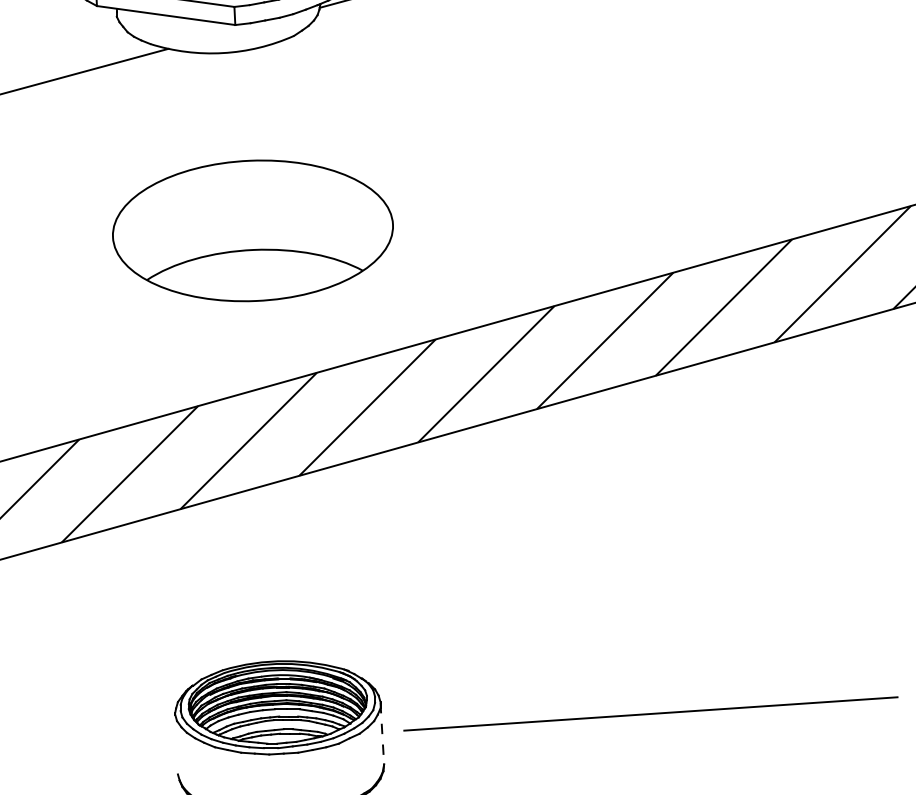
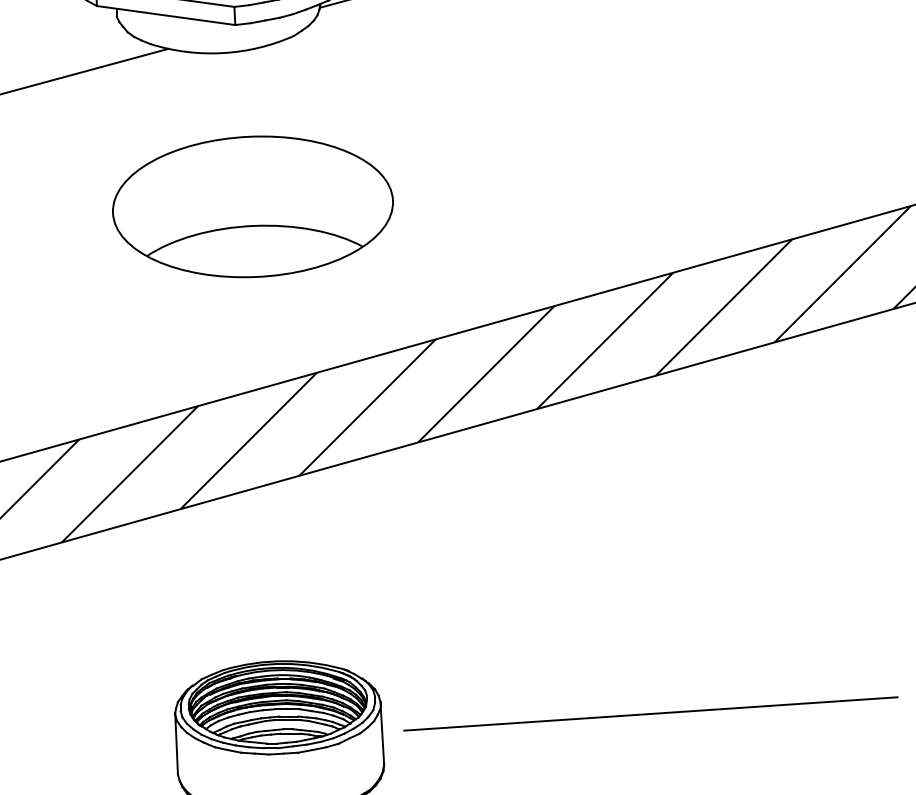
part at (252, 230) position: (252, 230) -> (252, 206)
line at (382, 733): dashed -> solid
line at (176, 743): none -> present
